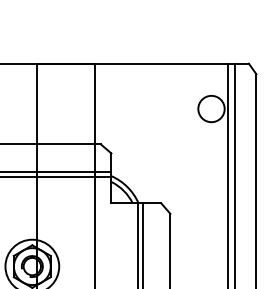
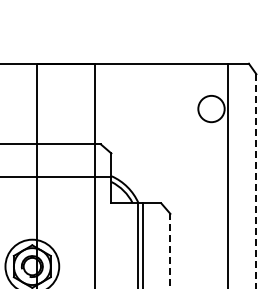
line at (56, 171): present -> none
line at (235, 174): present -> none
line at (256, 181): solid -> dashed
line at (170, 250): solid -> dashed
